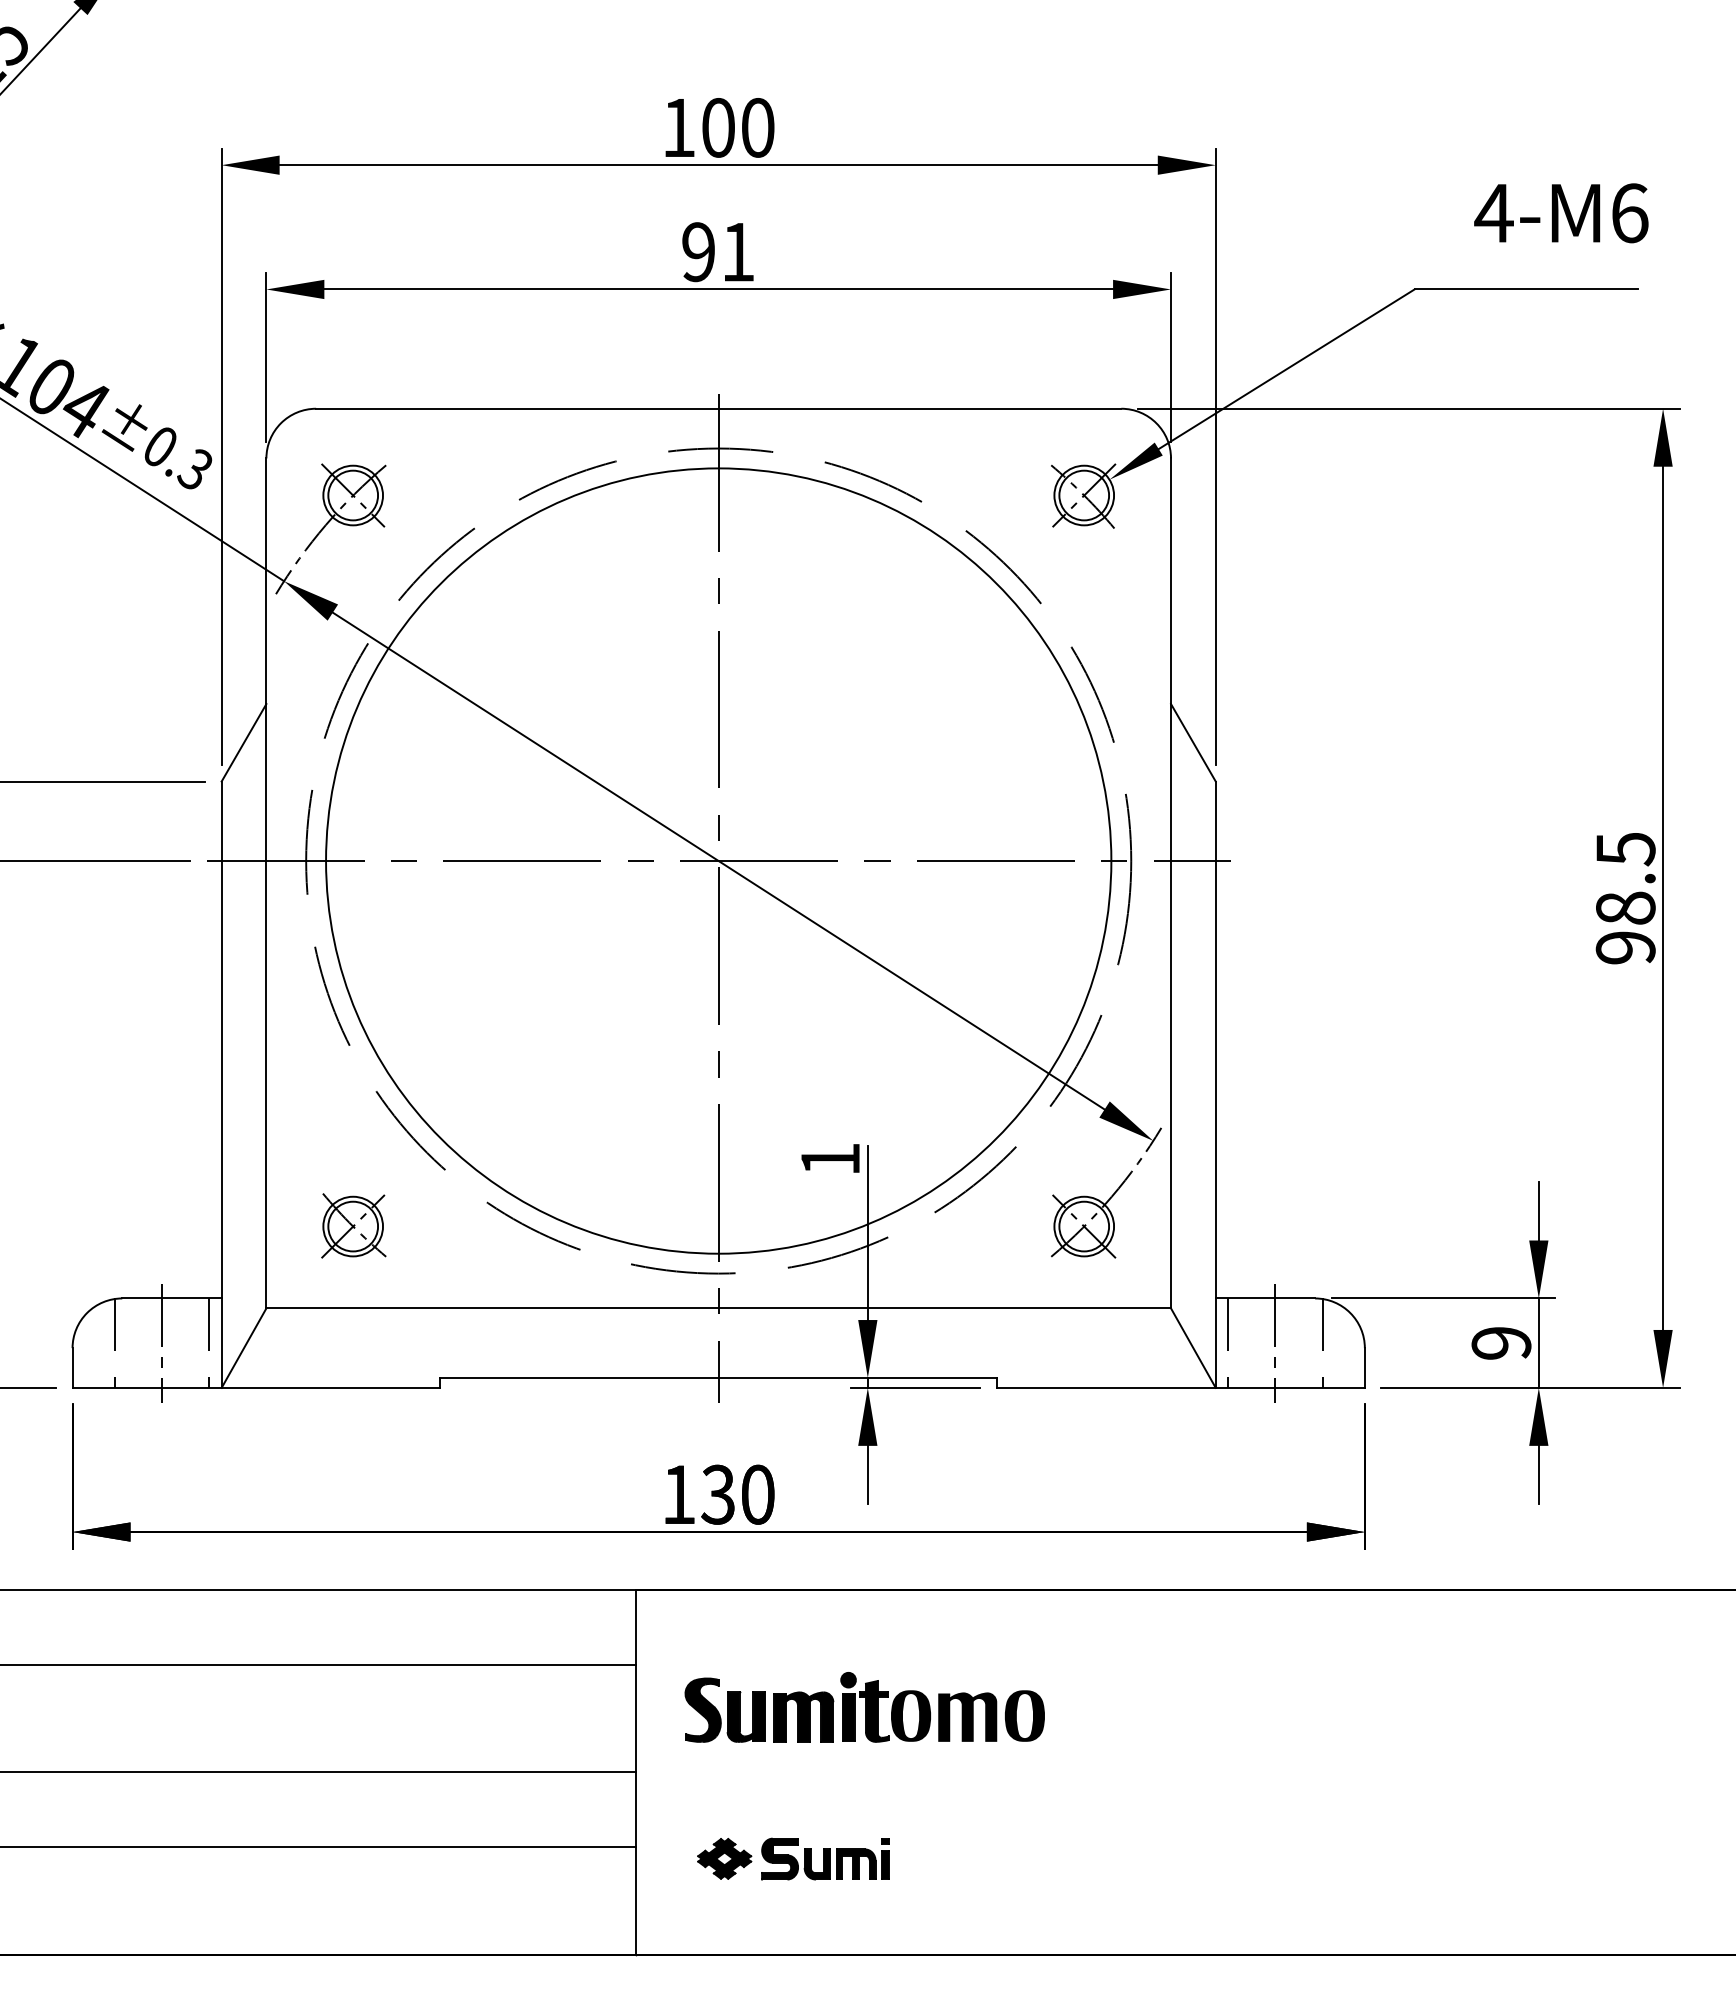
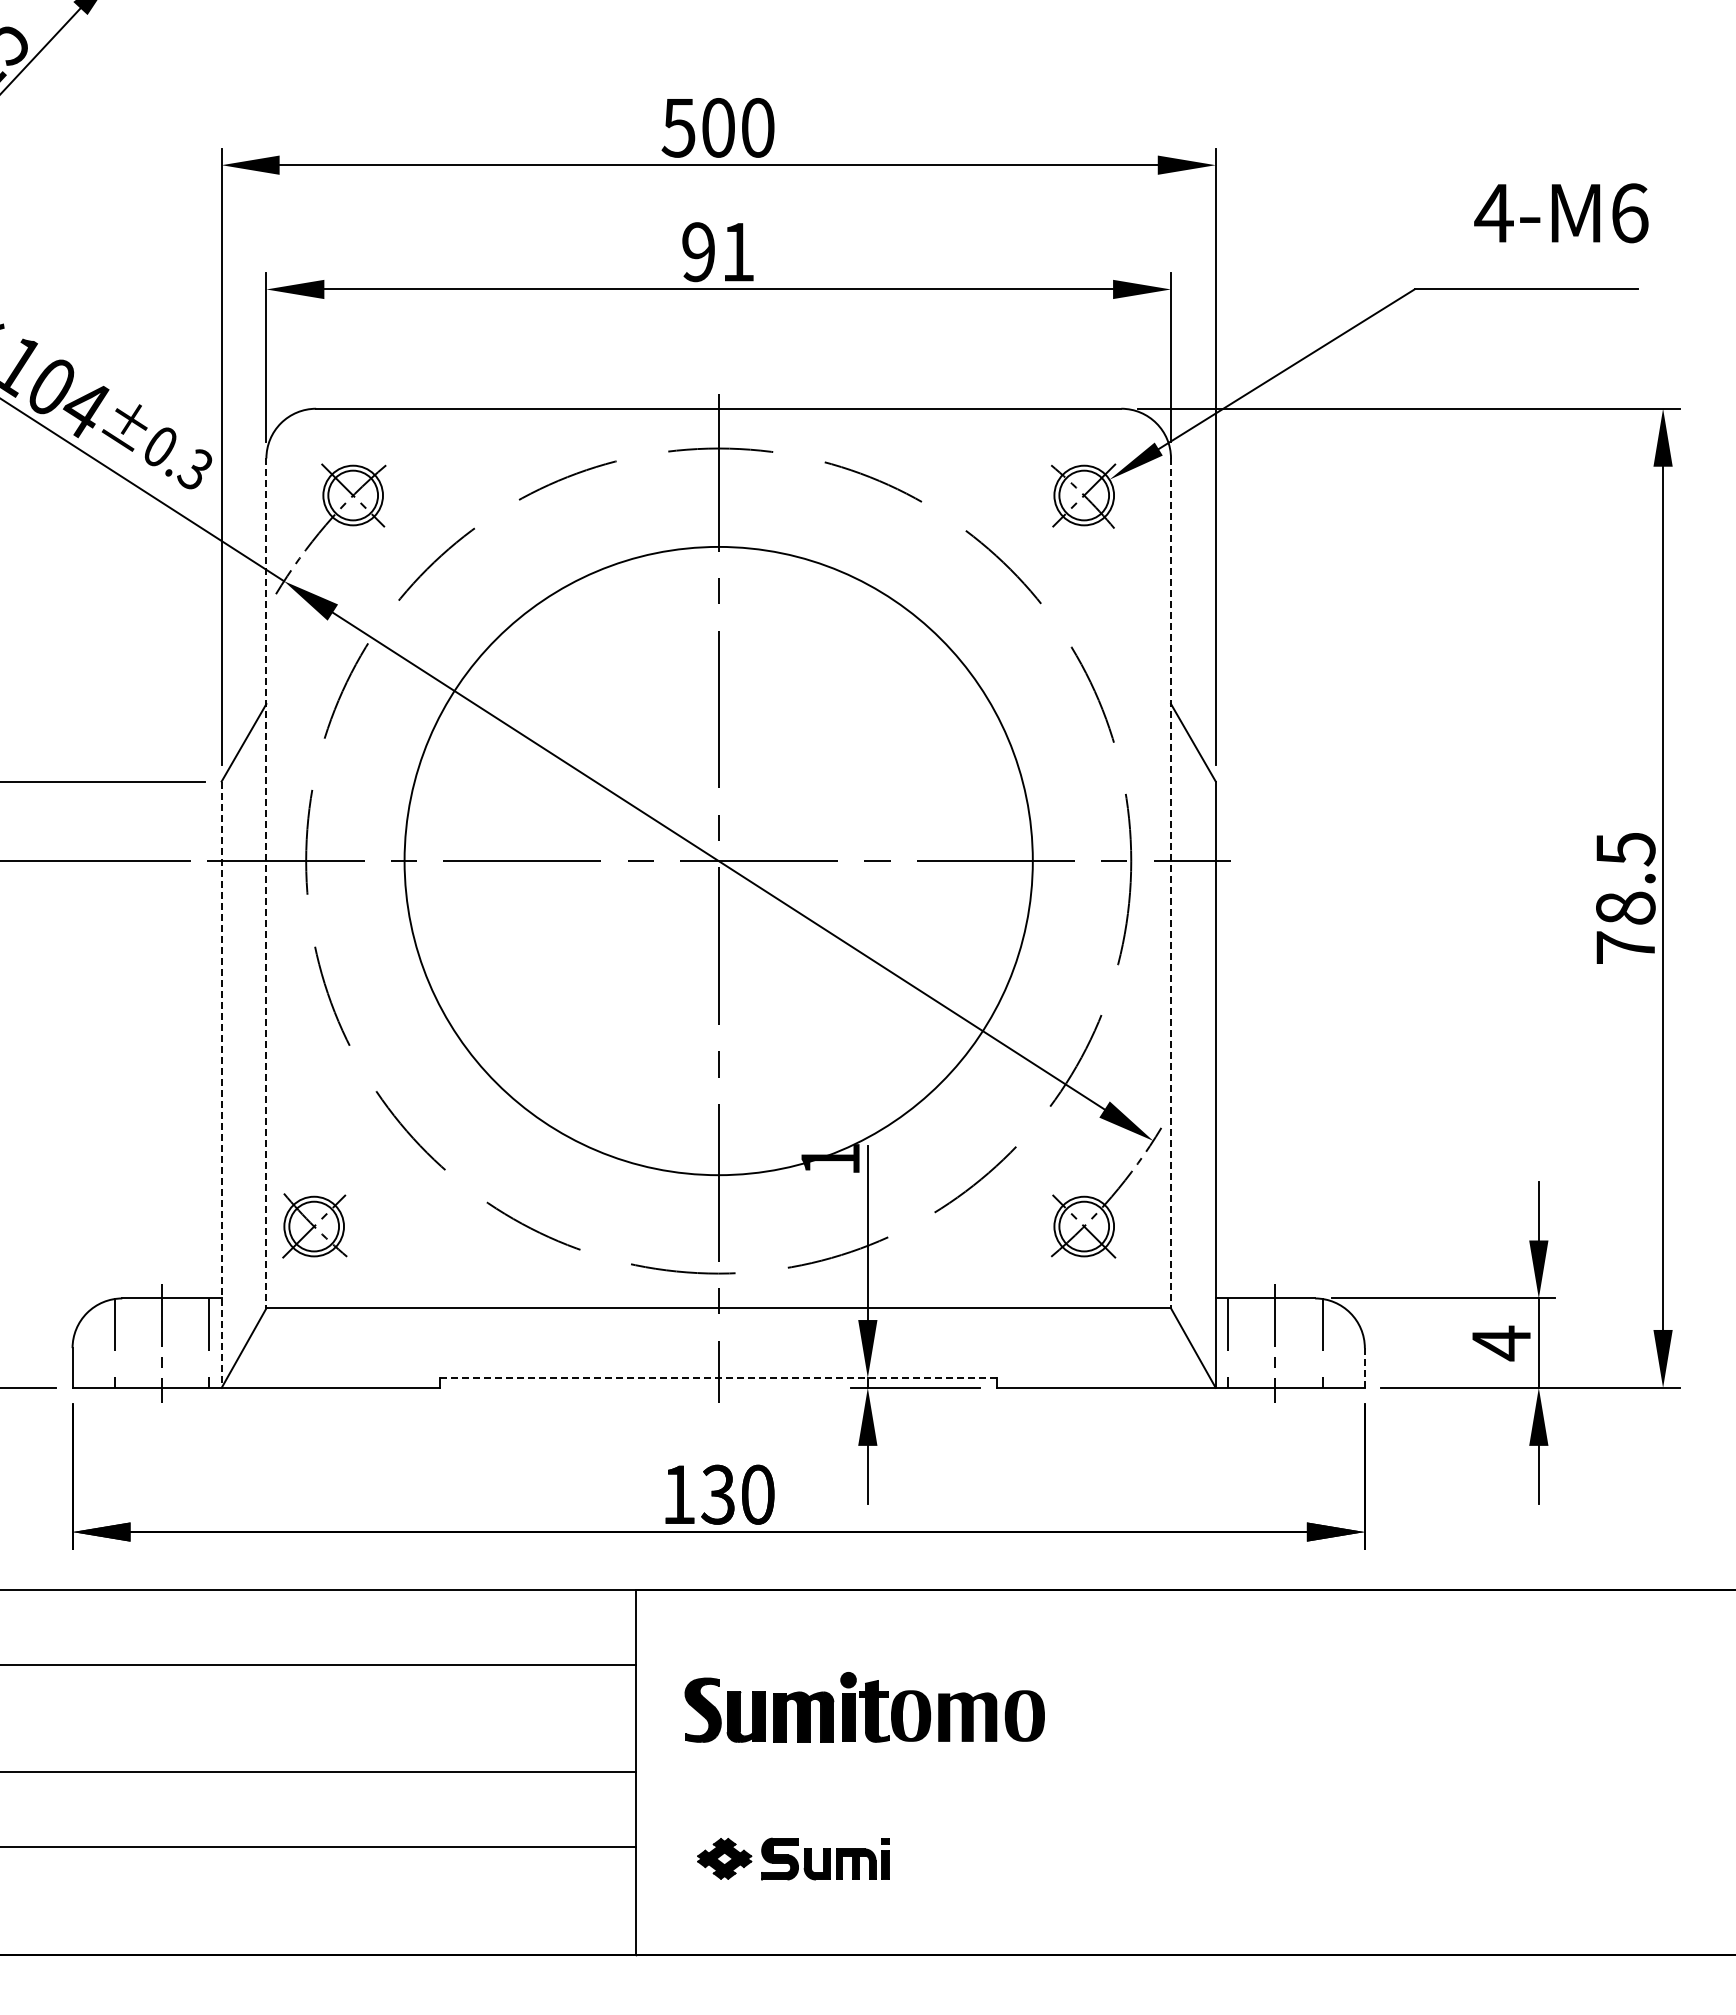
text at (678, 128): 100 -> 500
circle at (718, 860) diameter: 785 px -> 628 px
line at (266, 883): solid -> dashed
line at (1171, 883): solid -> dashed
text at (1625, 947): 98.5 -> 78.5
line at (221, 1085): solid -> dashed
part at (353, 1225) position: (353, 1225) -> (314, 1225)
text at (1501, 1343): 9 -> 4
line at (1364, 1367): solid -> dashed
line at (718, 1377): solid -> dashed
